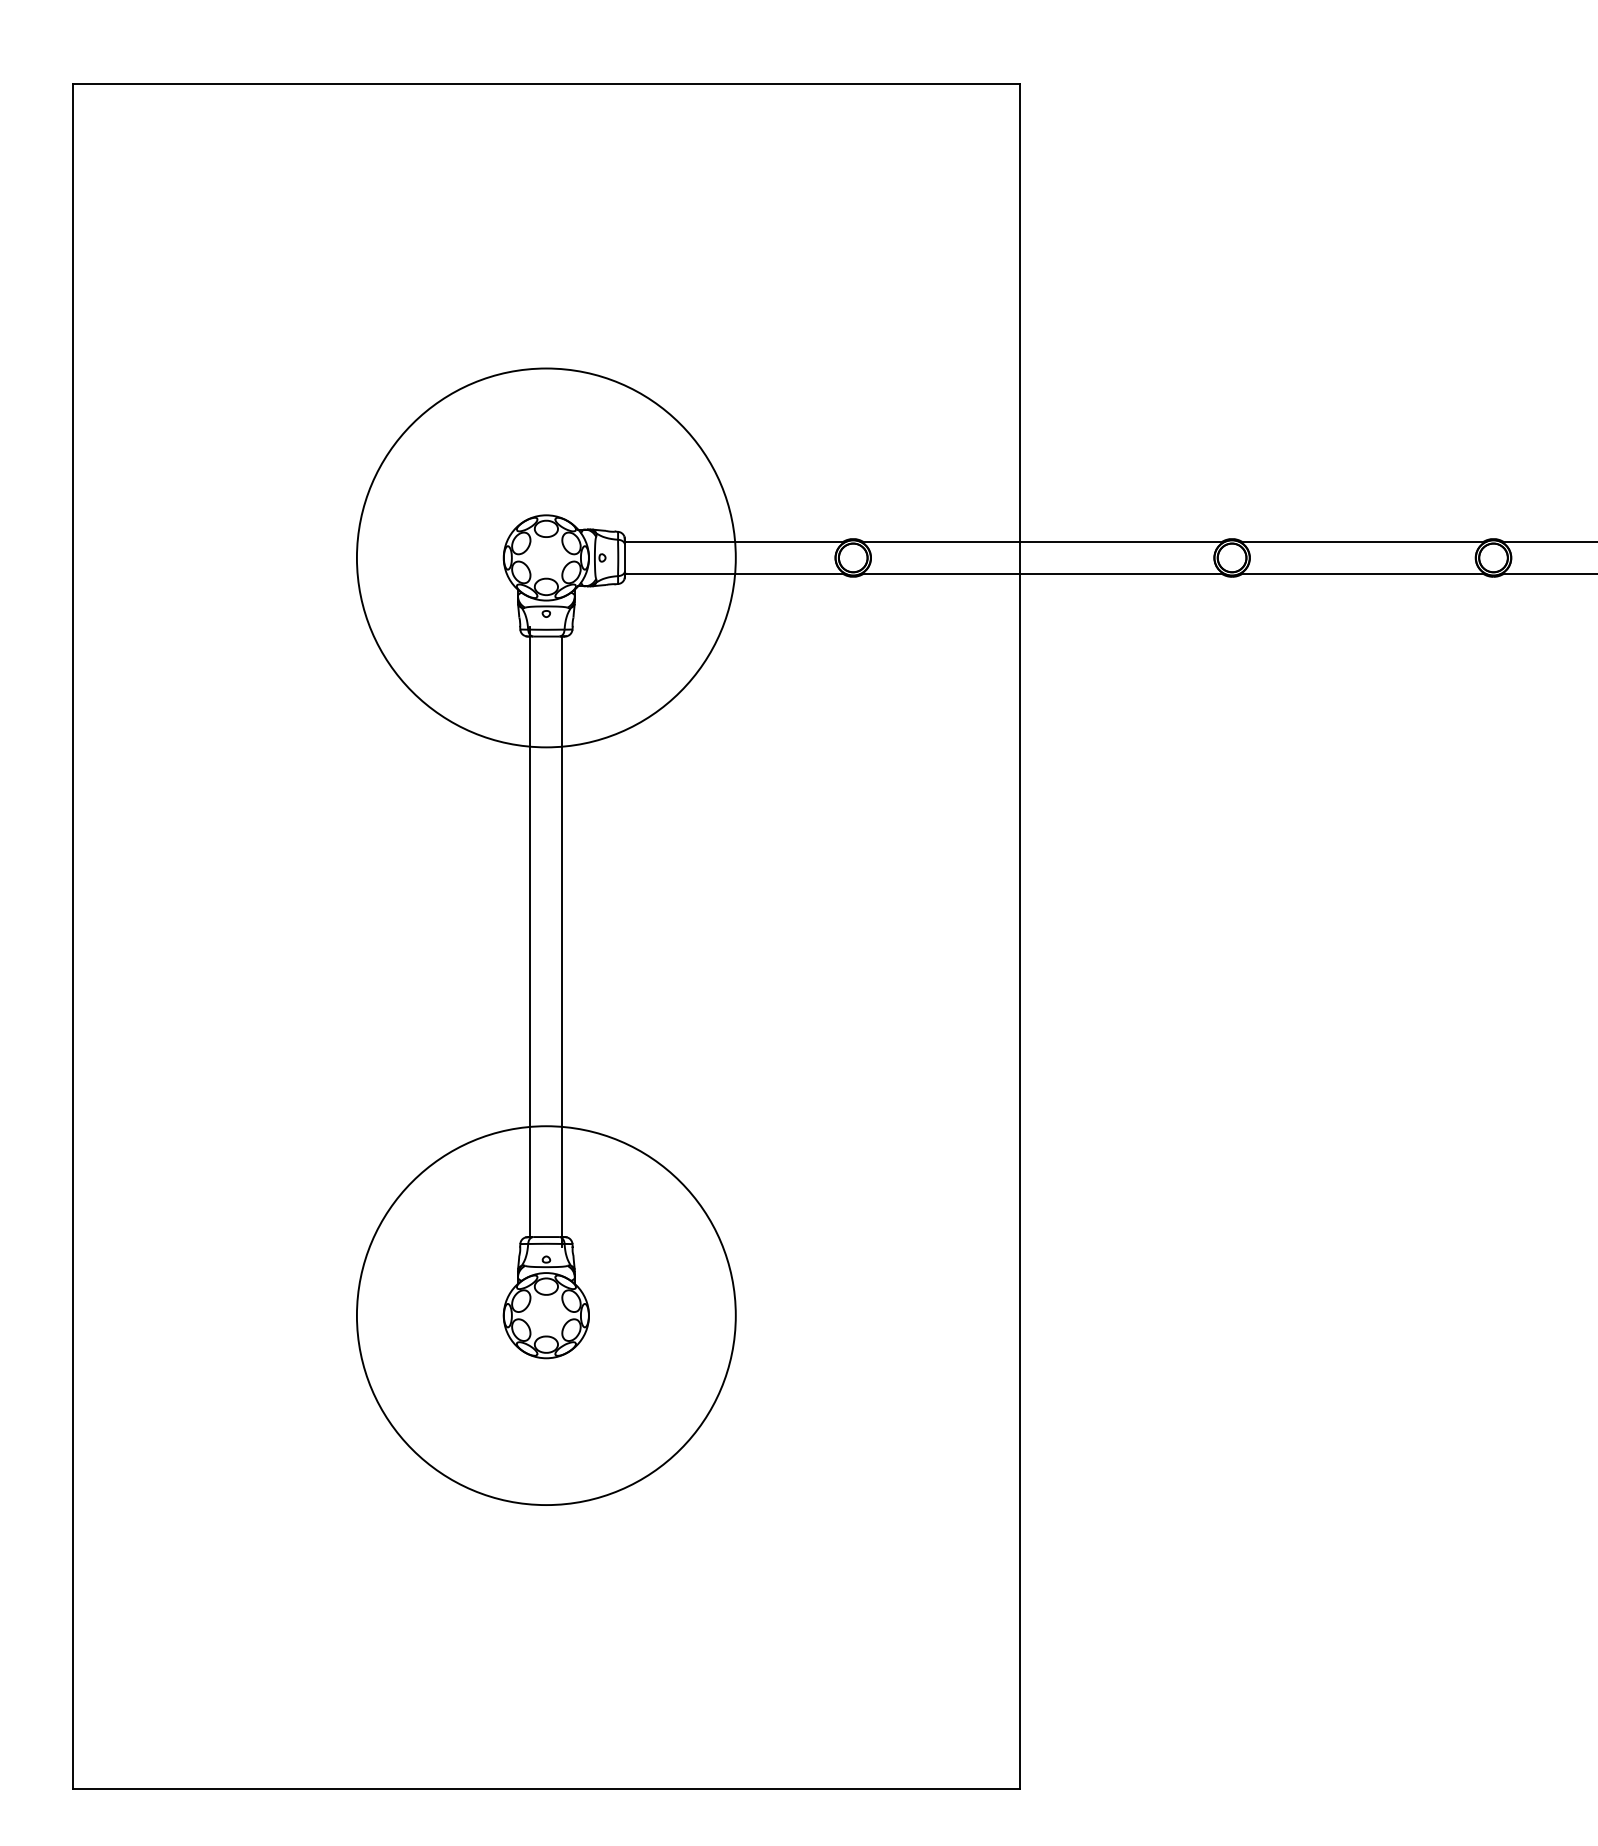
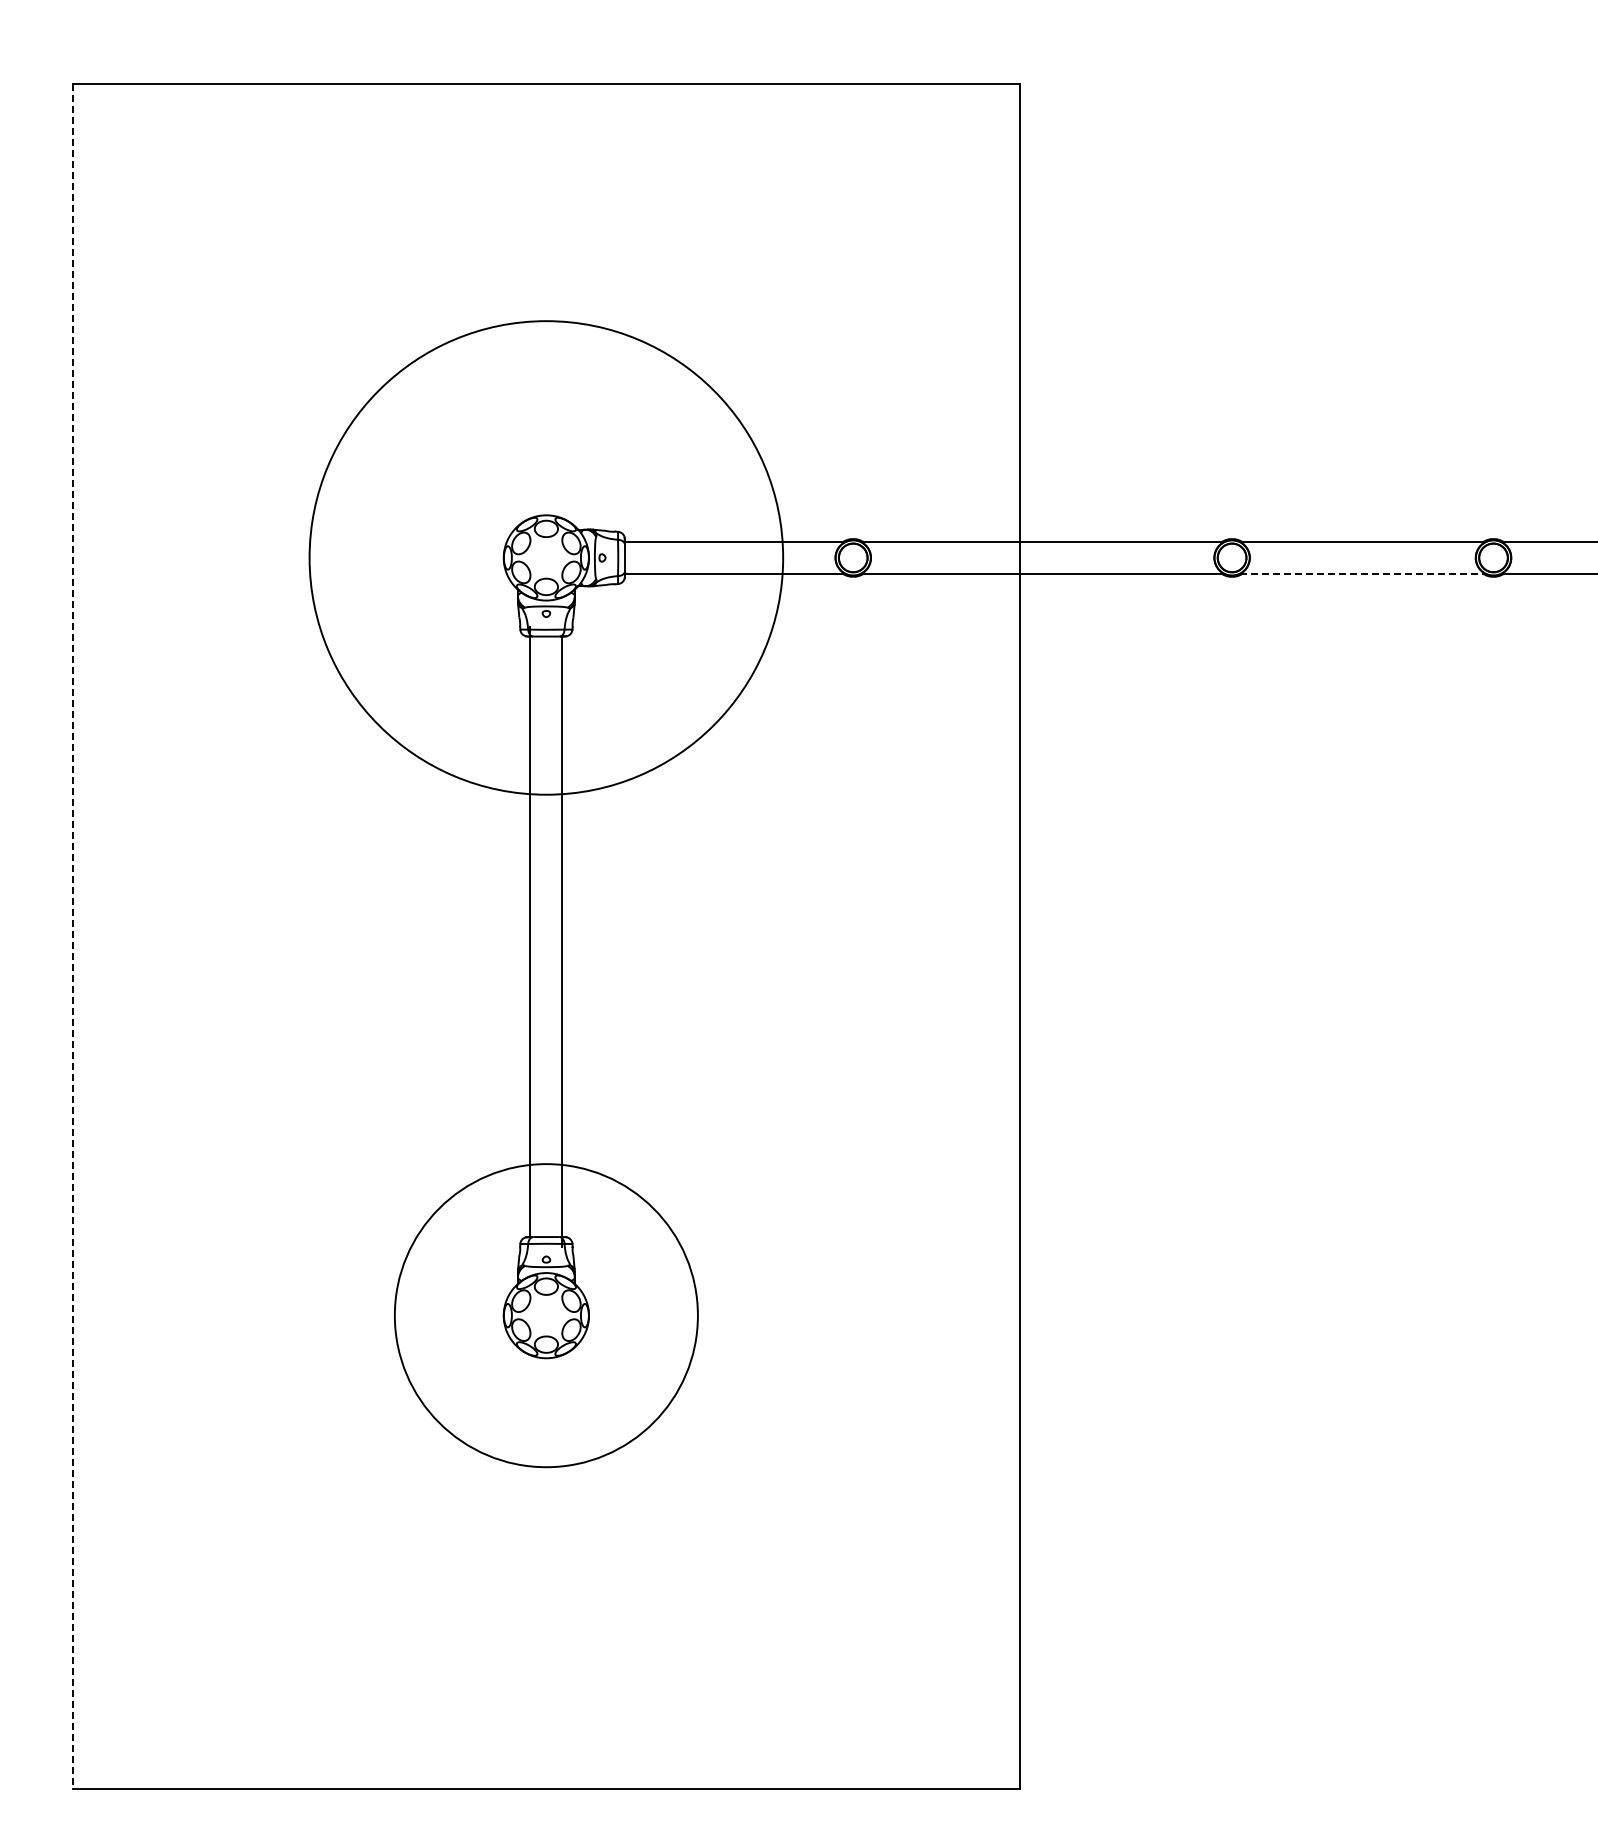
circle at (545, 557) diameter: 379 px -> 474 px
line at (1362, 573): solid -> dashed
line at (72, 937): solid -> dashed
circle at (545, 1315) diameter: 379 px -> 303 px
